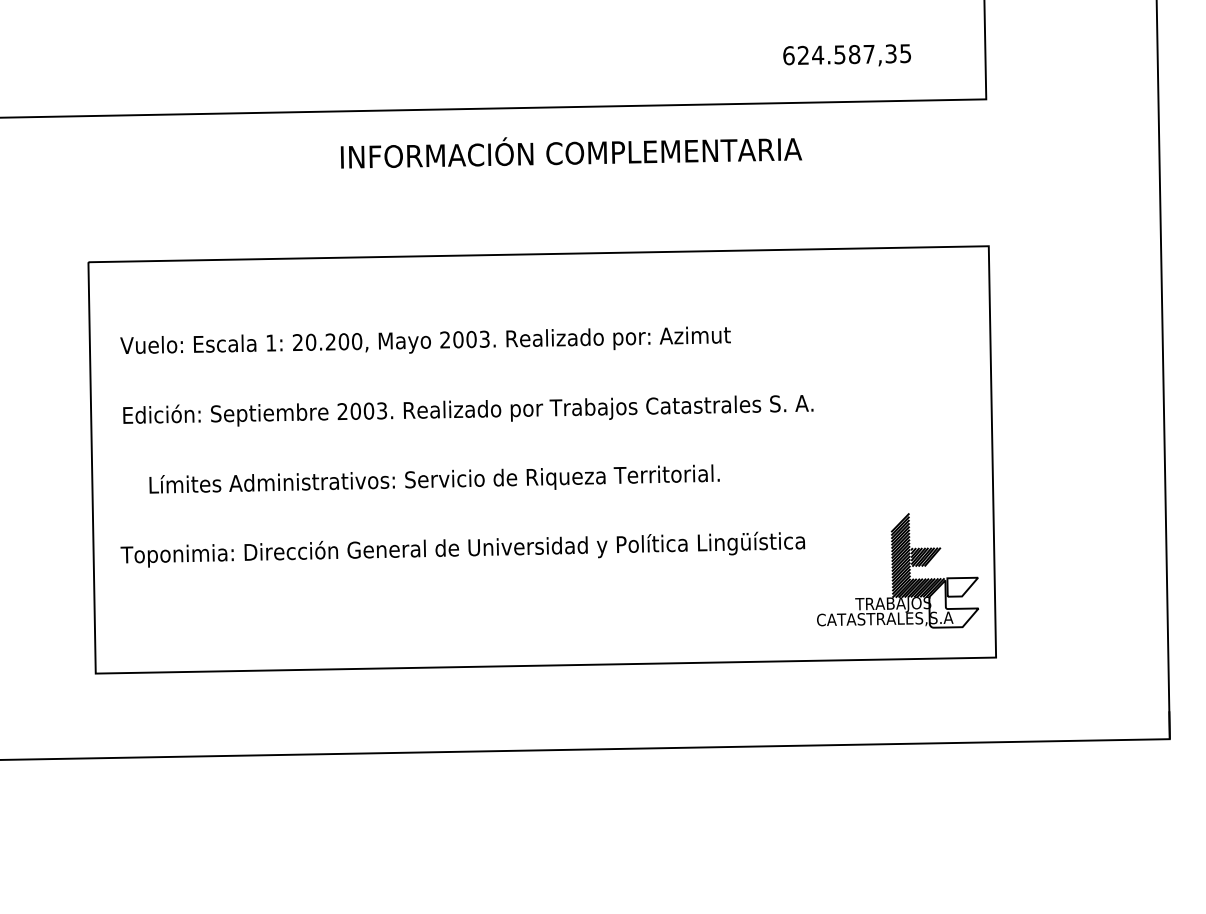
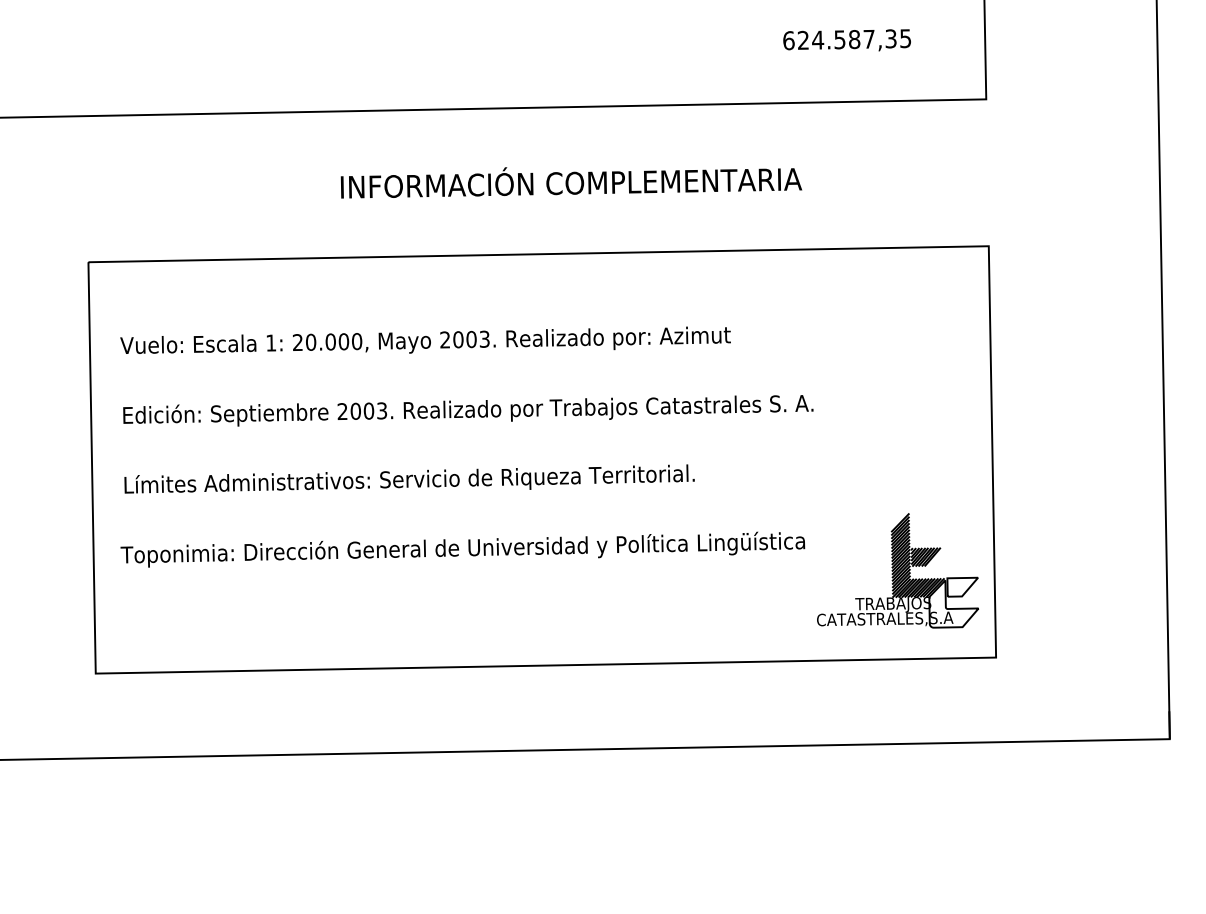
text at (846, 55) position: (846, 55) -> (846, 40)
text at (571, 152) position: (571, 152) -> (571, 182)
text at (330, 341): 20.200, -> 20.000,
text at (434, 478) position: (434, 478) -> (409, 478)
